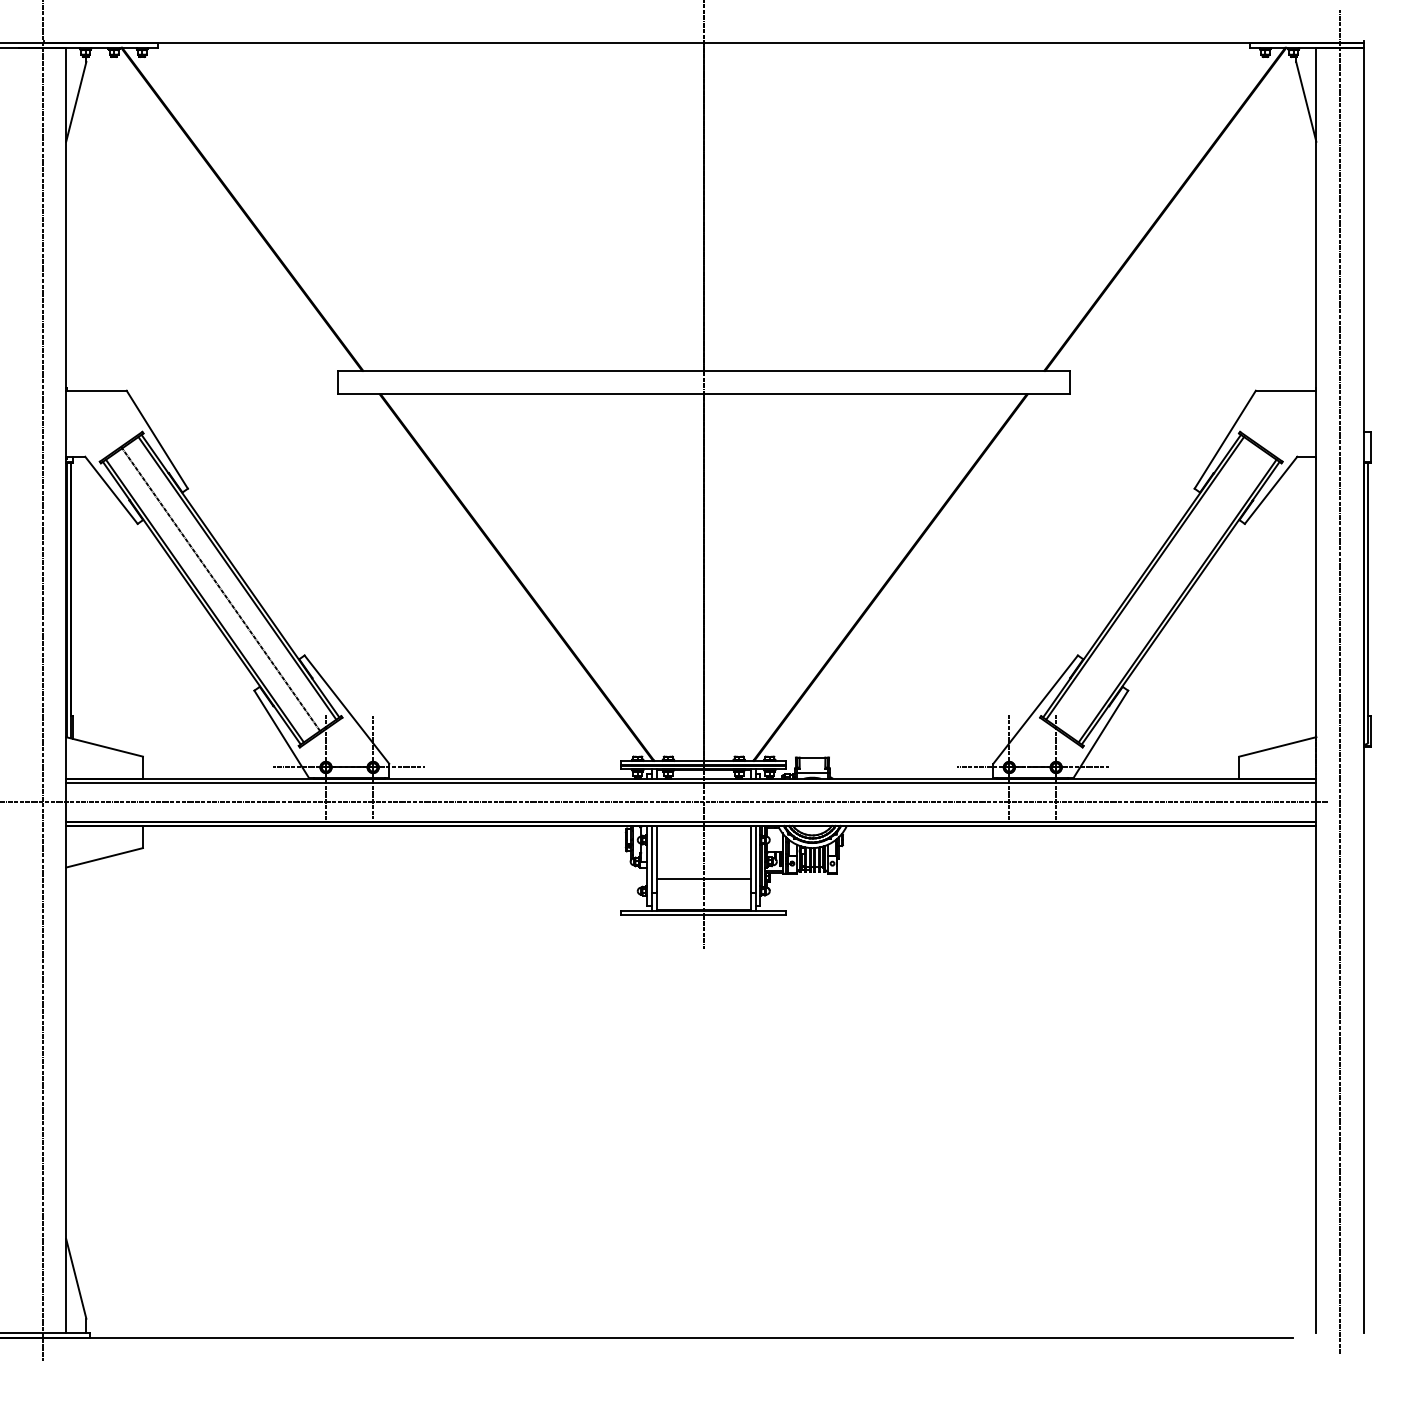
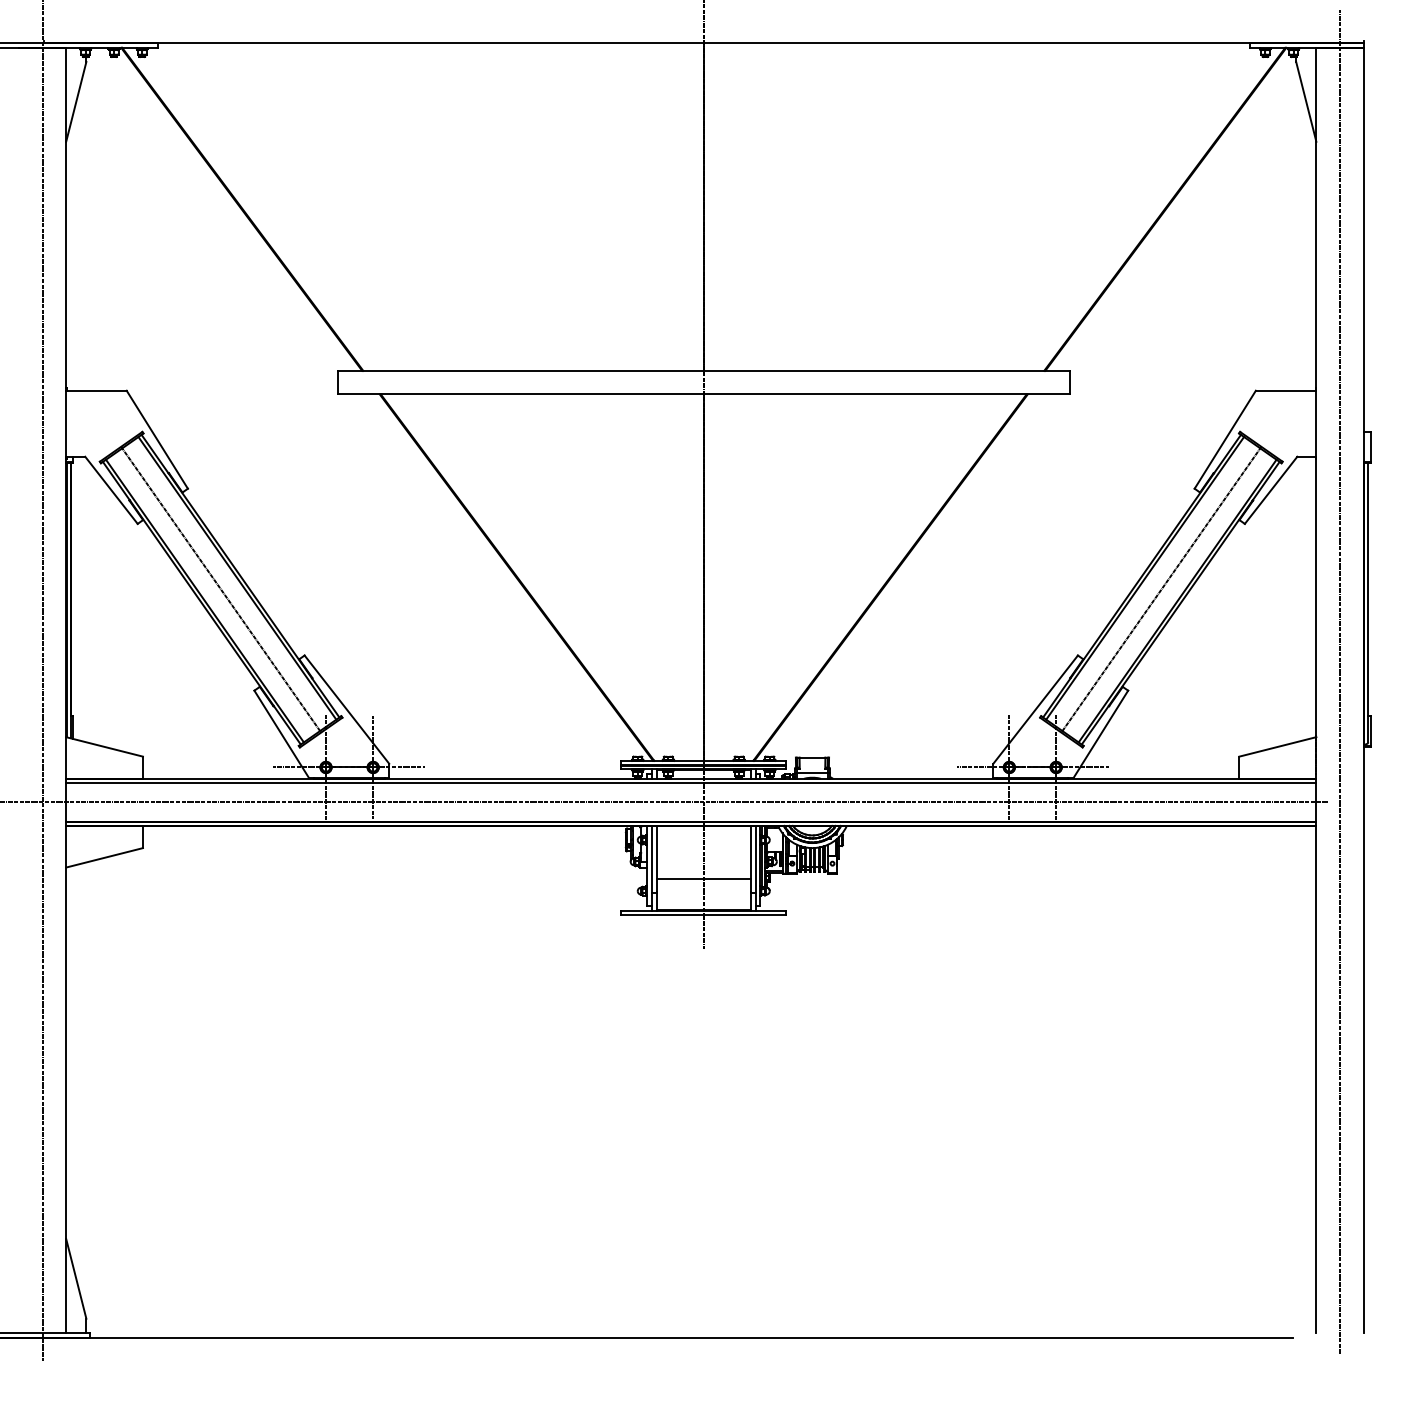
line at (1161, 589): none -> present
